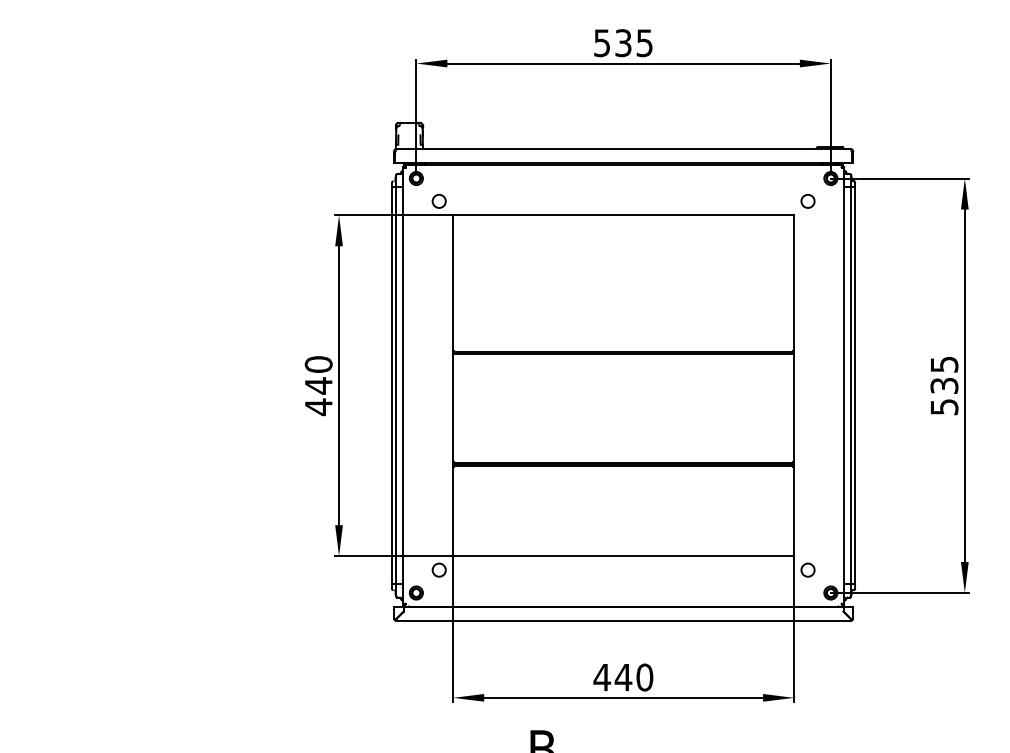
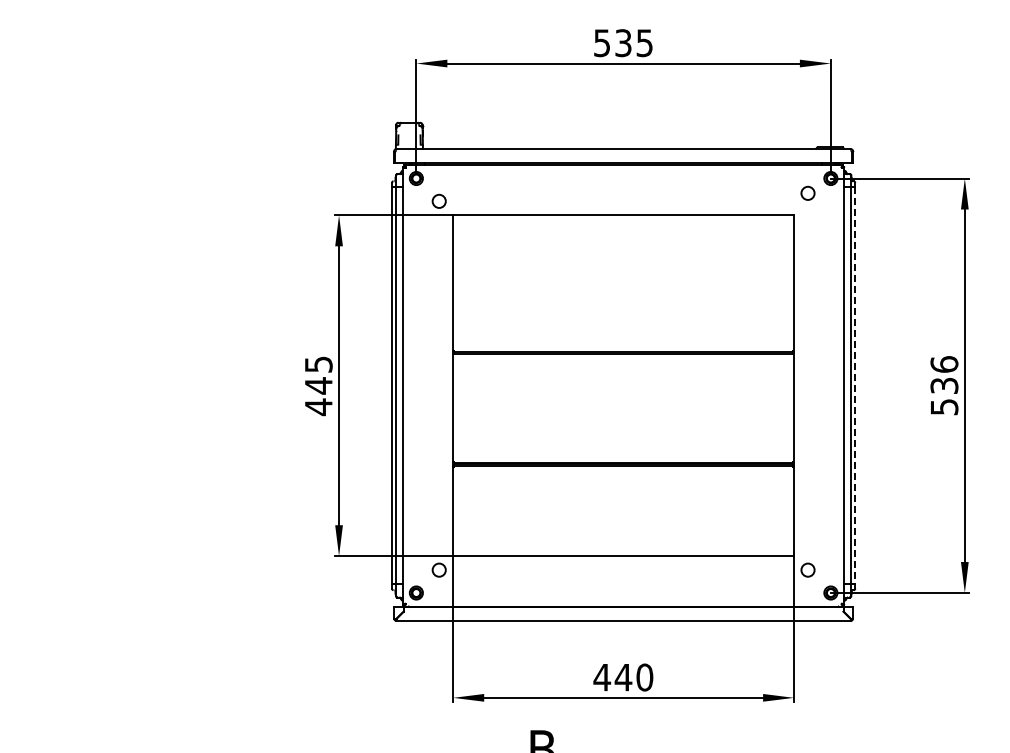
circle at (807, 200) position: (807, 200) -> (807, 192)
text at (318, 364): 440 -> 445
text at (944, 364): 535 -> 536
line at (855, 386): solid -> dashed
